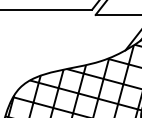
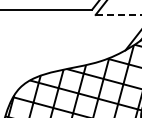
line at (118, 14): solid -> dashed
